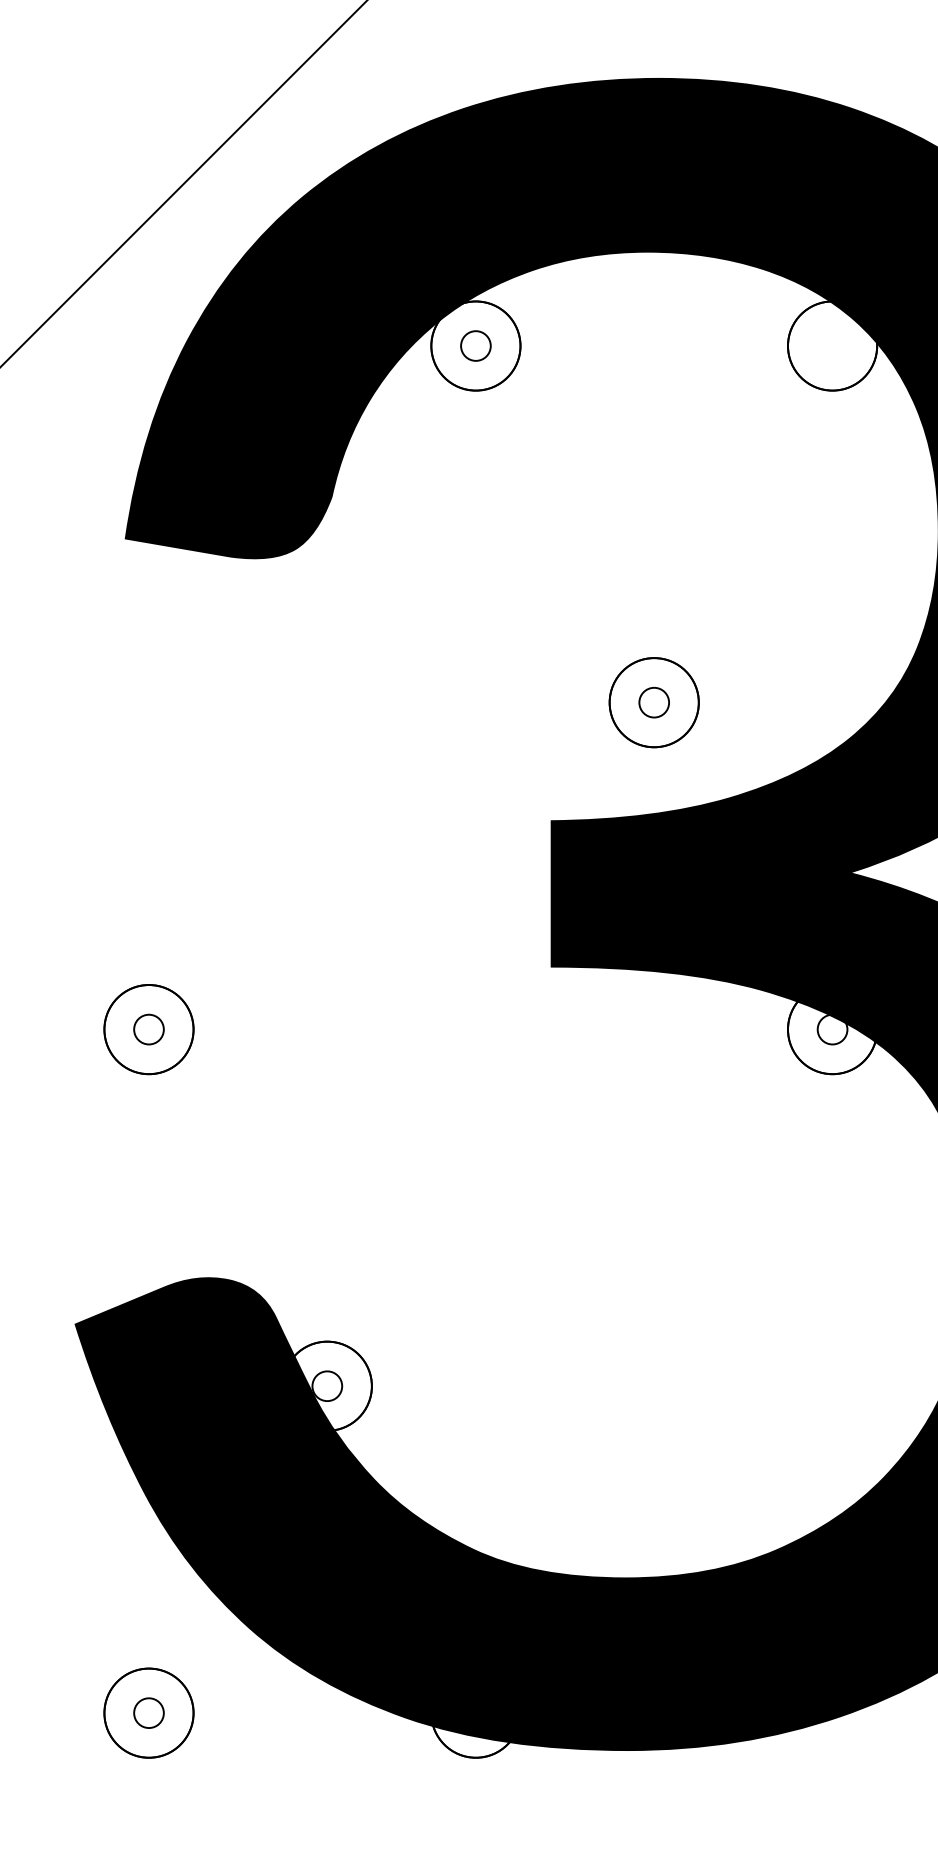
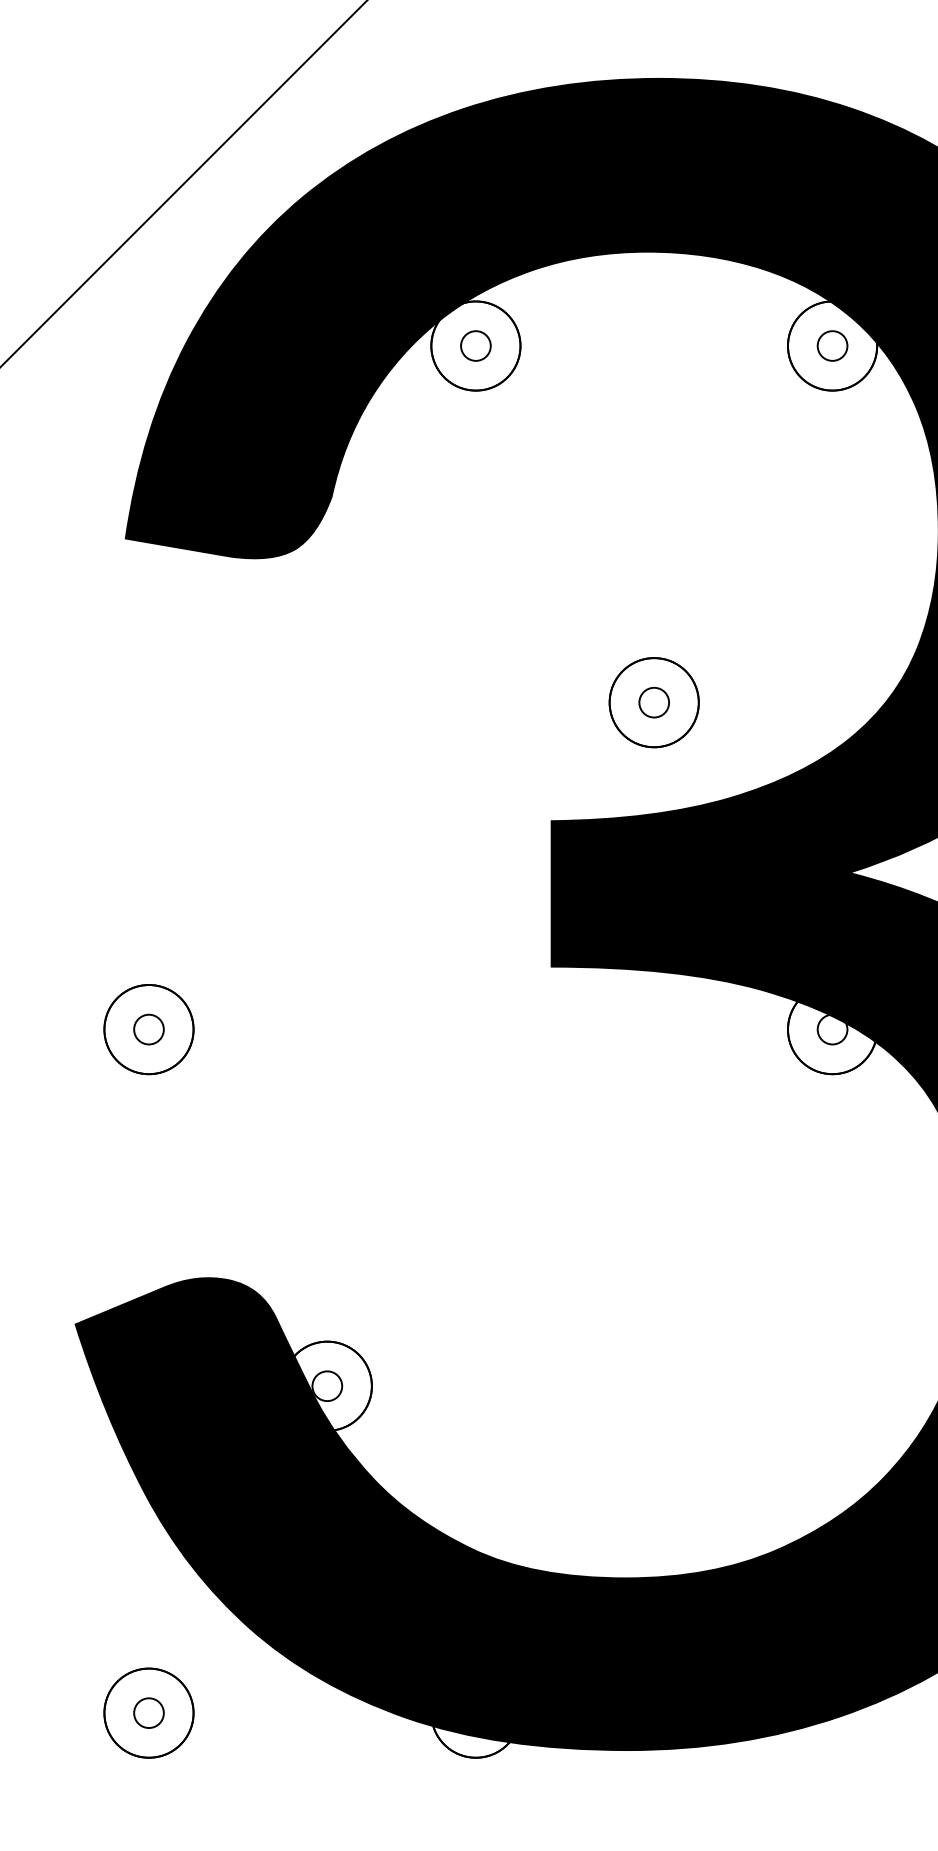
part at (832, 345): none -> present
